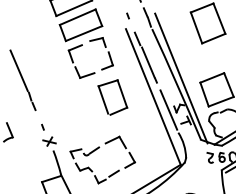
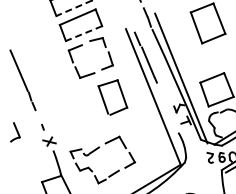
line at (73, 8): solid -> dashed
line at (127, 15): present -> none
line at (84, 33): solid -> dashed
line at (168, 109): present -> none
part at (8, 132) position: (8, 132) -> (15, 132)
